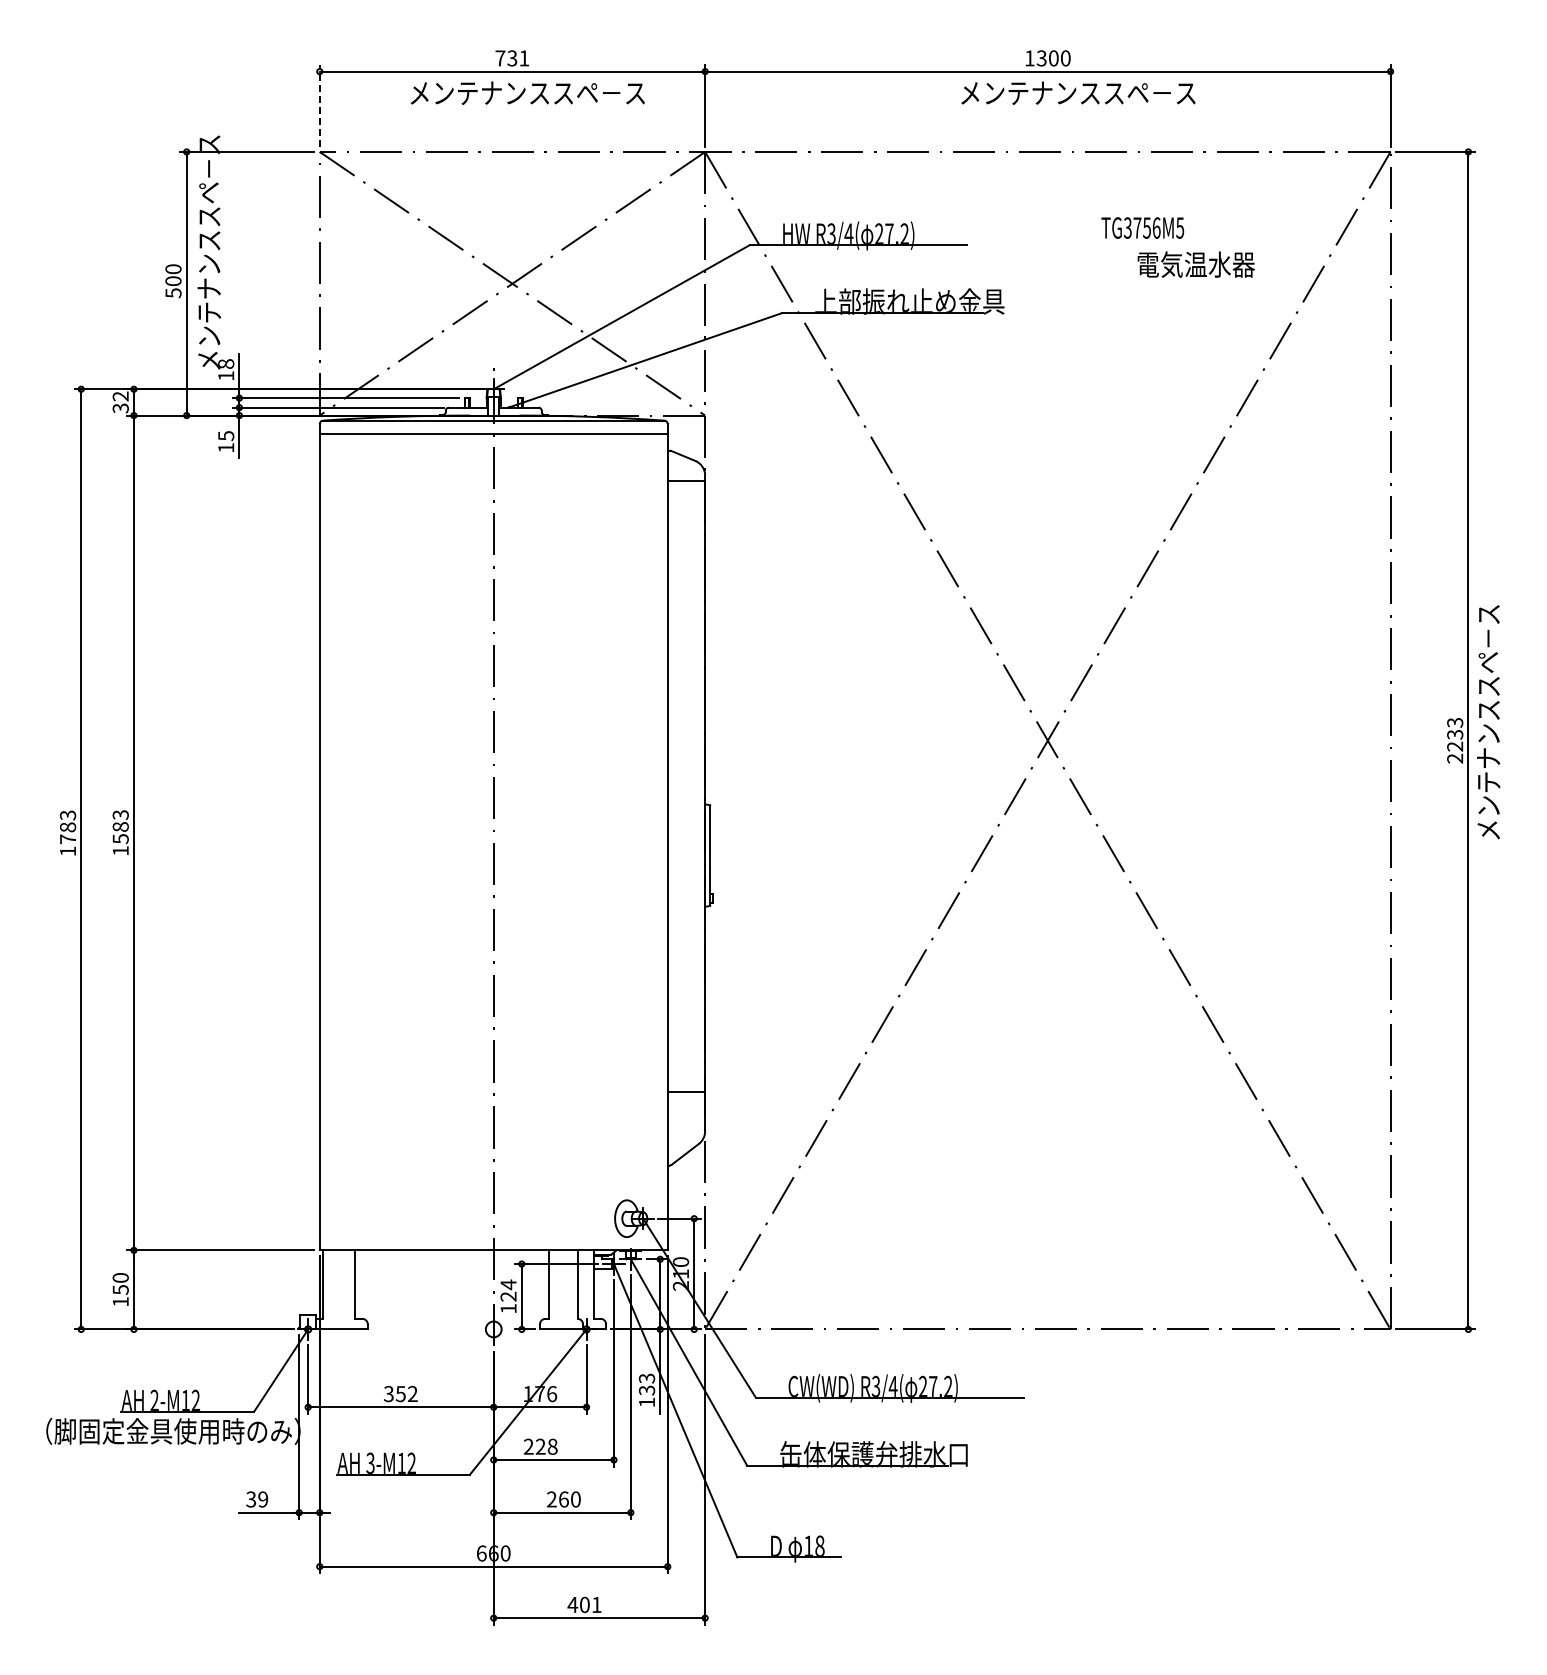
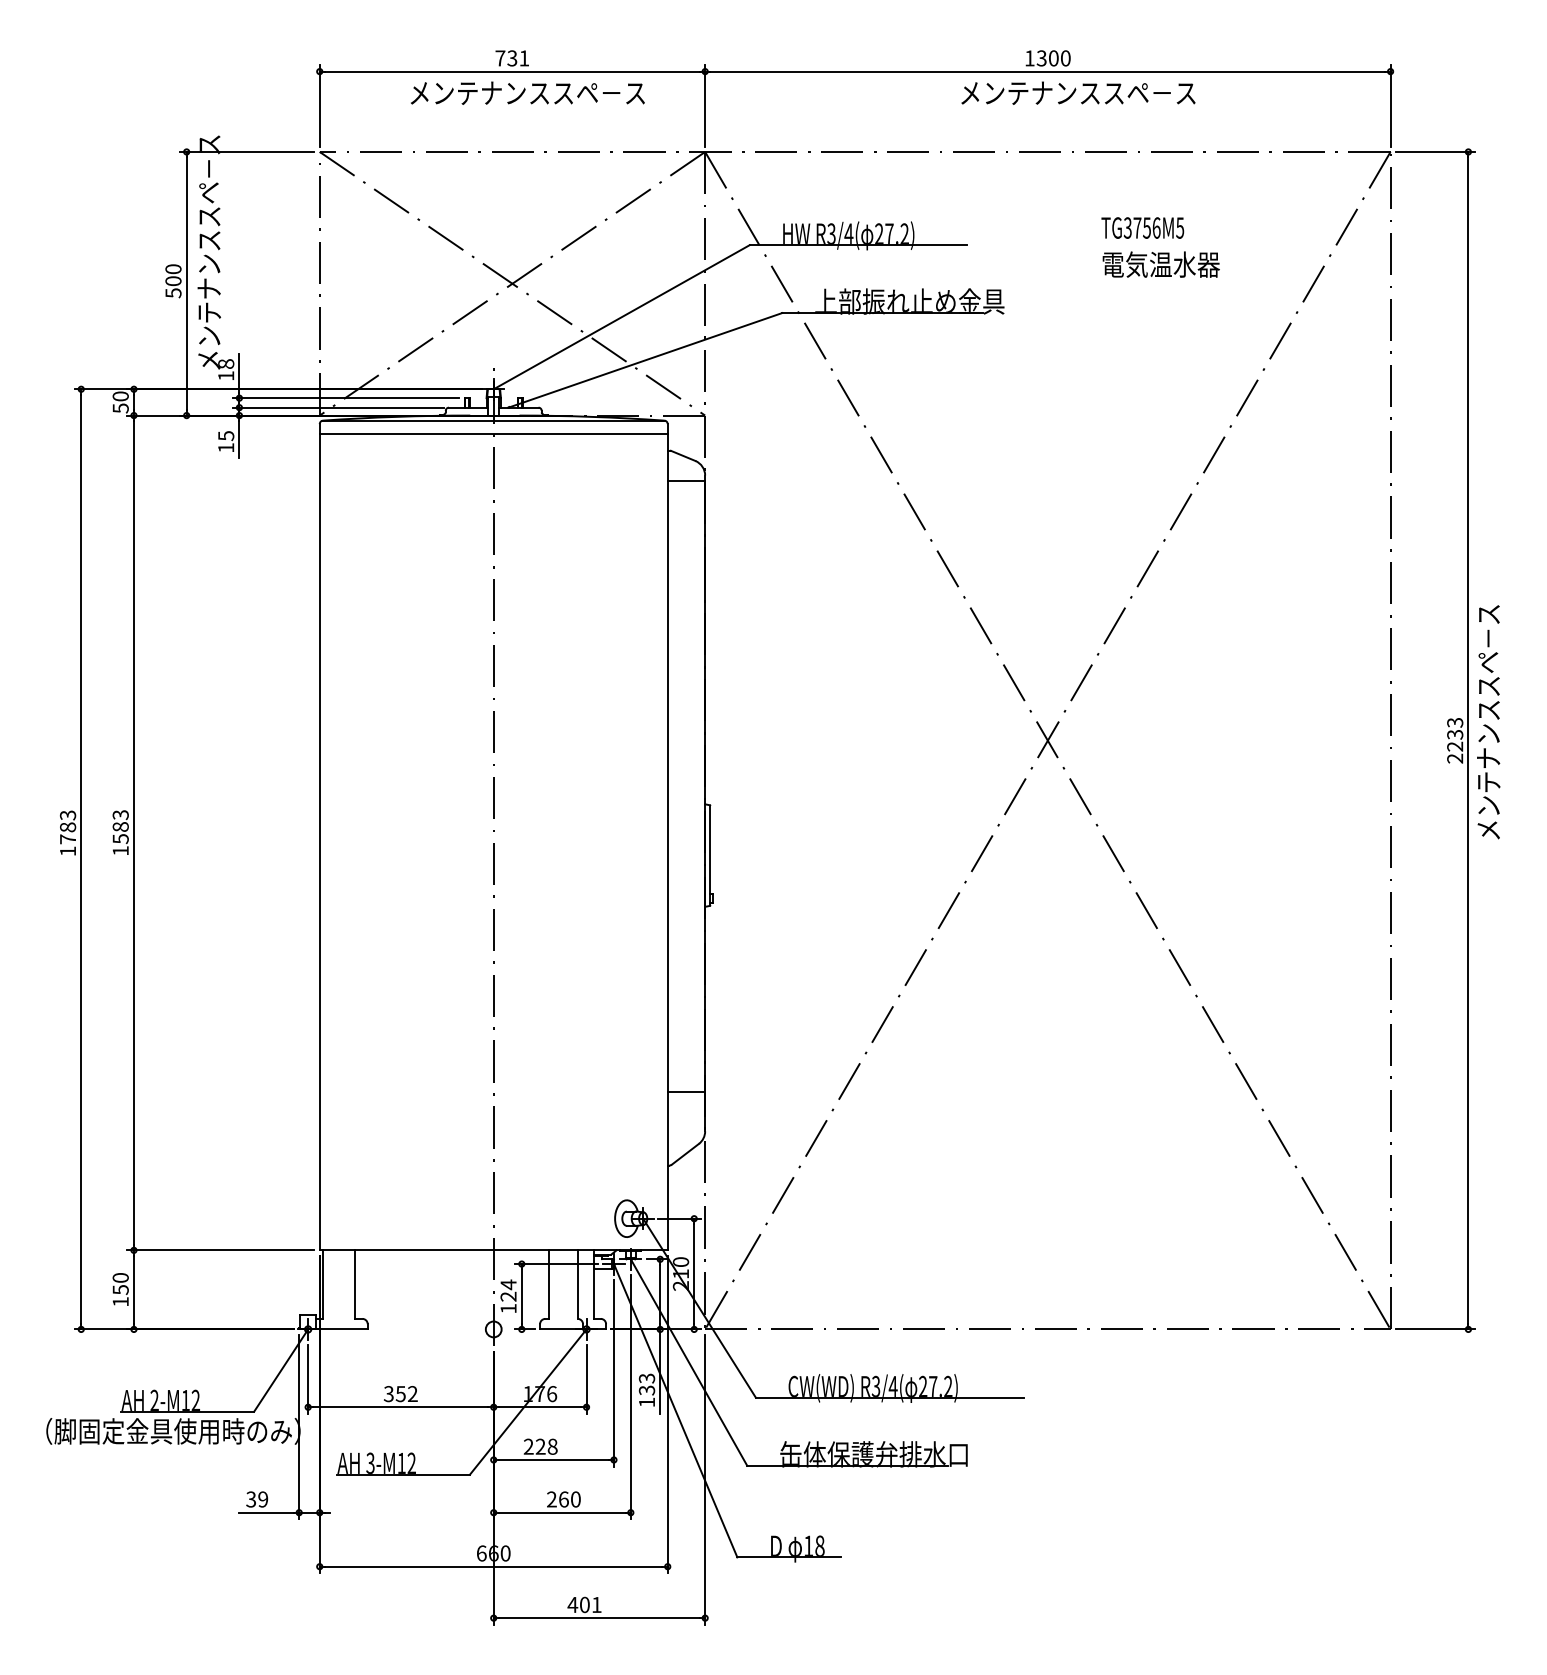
line at (319, 105): dashed -> solid
text at (1195, 264) position: (1195, 264) -> (1160, 264)
text at (120, 401): 32 -> 50
